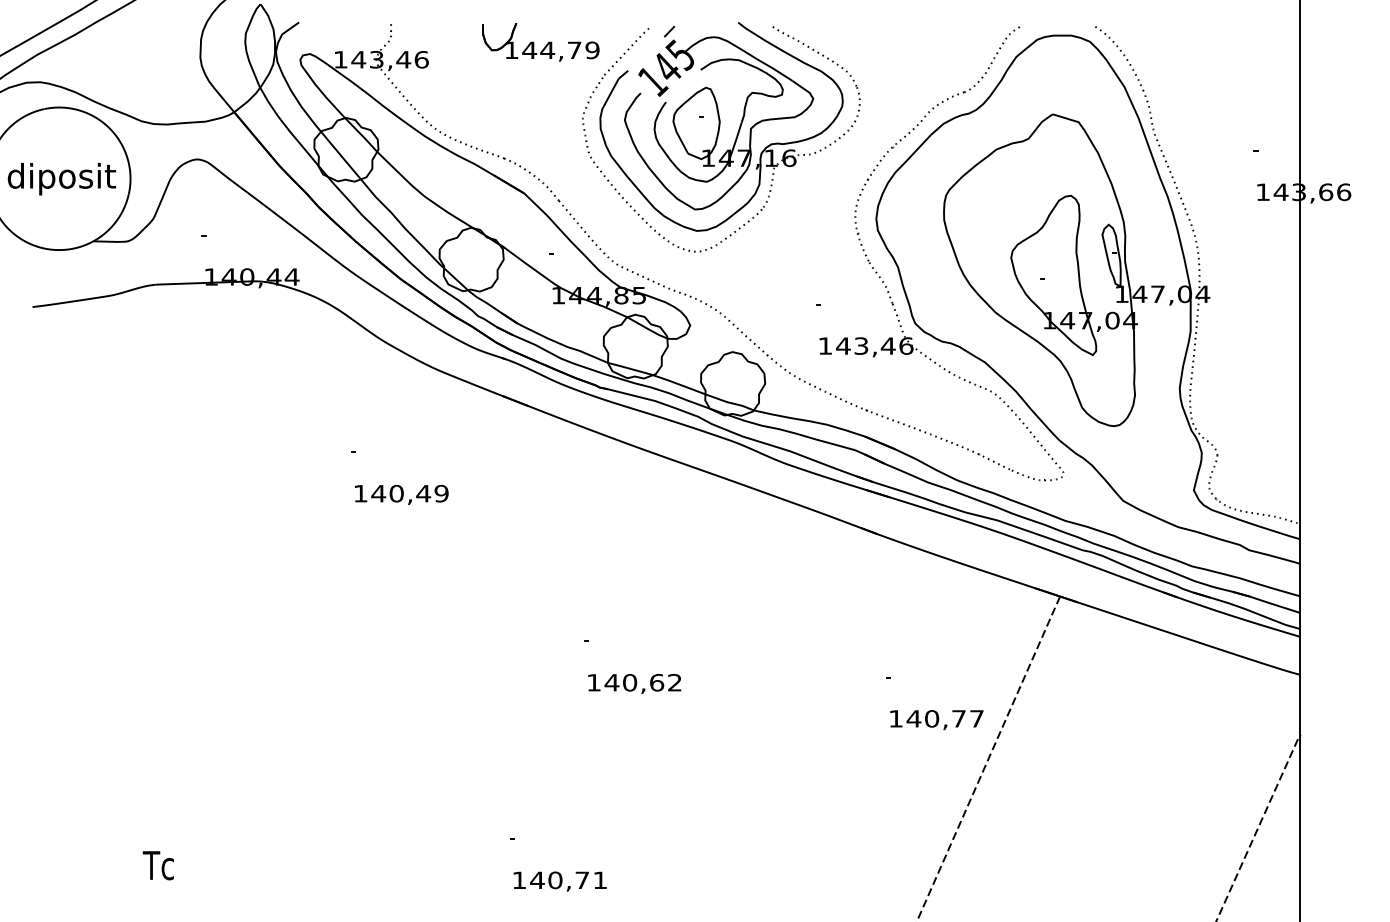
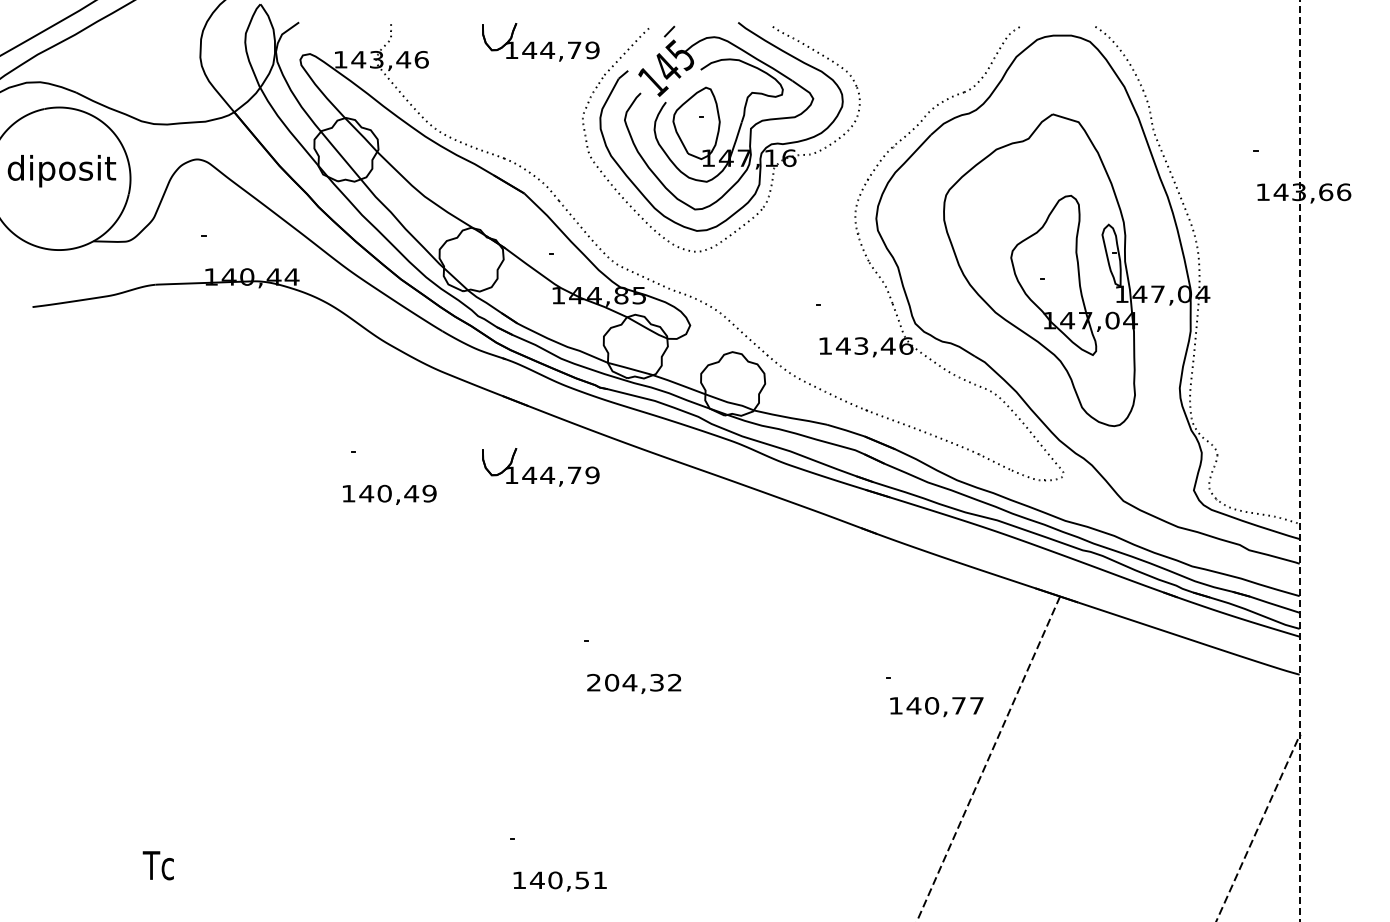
text at (61, 179) position: (61, 179) -> (61, 171)
line at (1299, 462): solid -> dashed
part at (540, 467): none -> present
text at (401, 494) position: (401, 494) -> (389, 494)
text at (625, 682): 140,62 -> 204,32
text at (936, 720) position: (936, 720) -> (936, 707)
text at (581, 880): 140,71 -> 140,51
